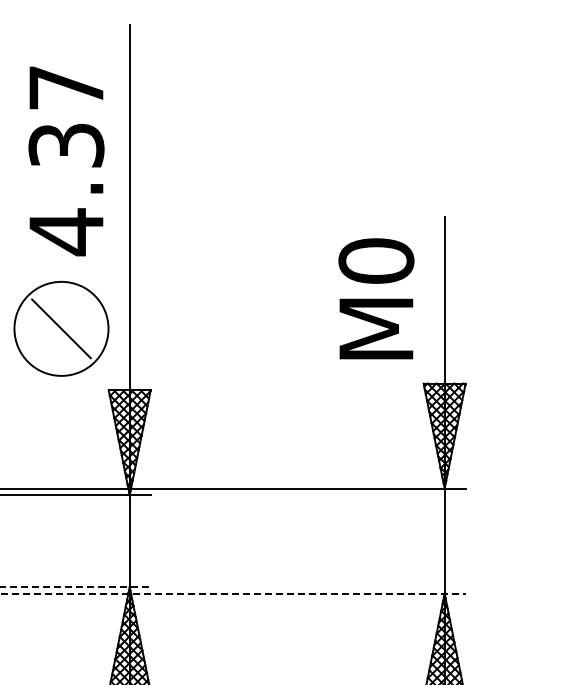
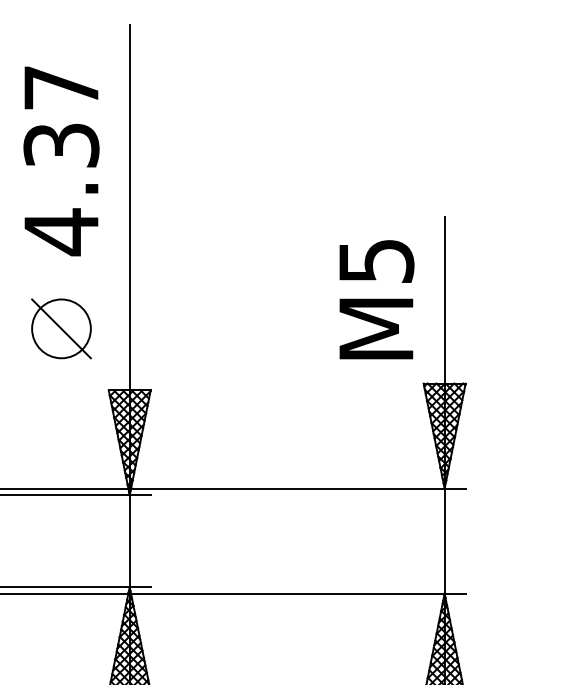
text at (66, 161) position: (66, 161) -> (61, 161)
text at (376, 260): M0 -> M5
circle at (61, 328) diameter: 94 px -> 59 px
line at (75, 587): dashed -> solid
line at (233, 593): dashed -> solid
